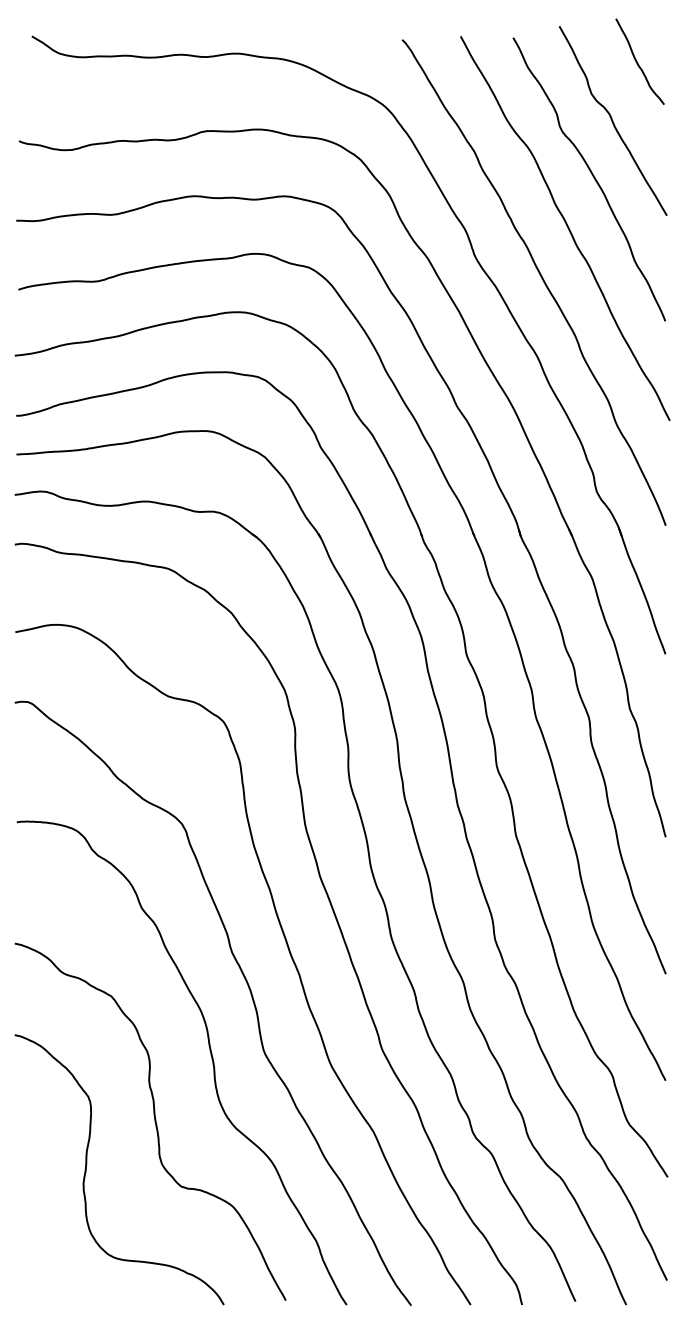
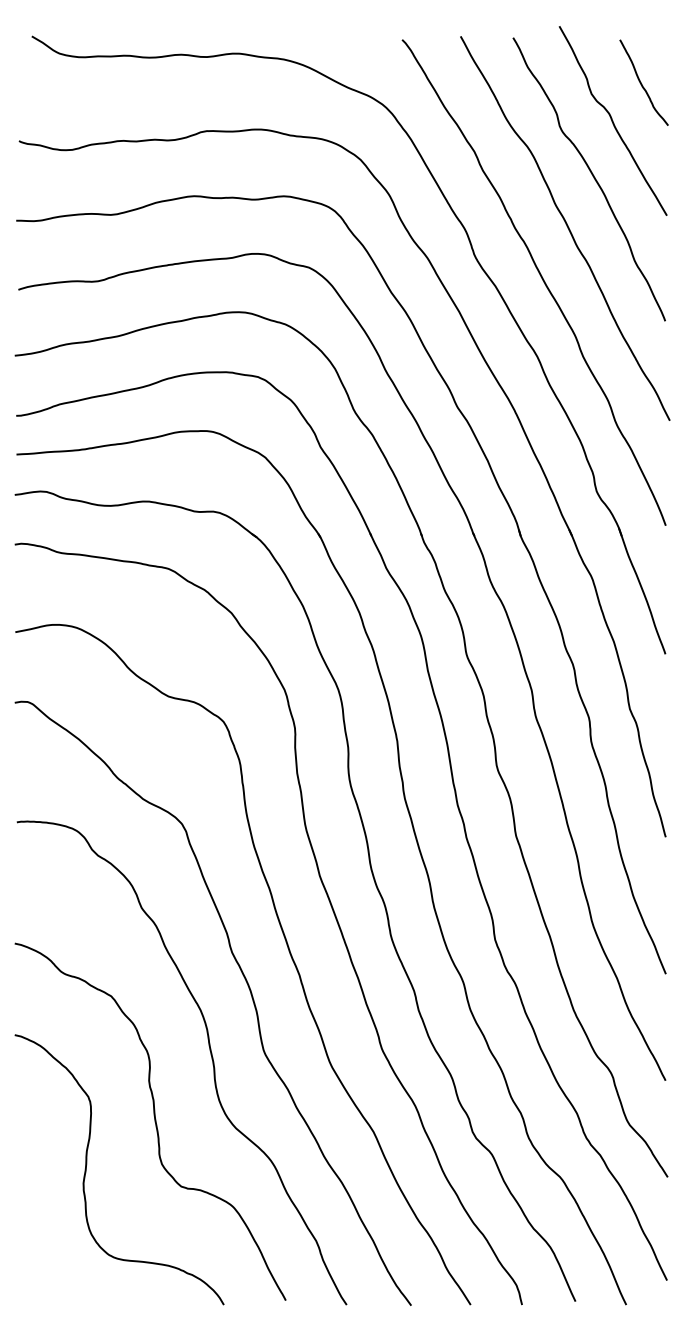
curve at (637, 61) position: (637, 61) -> (641, 82)
